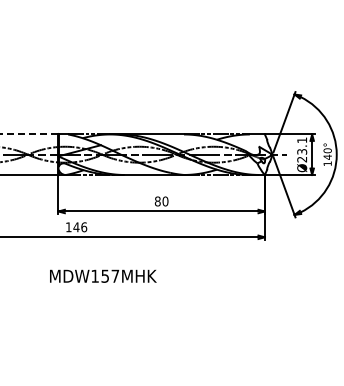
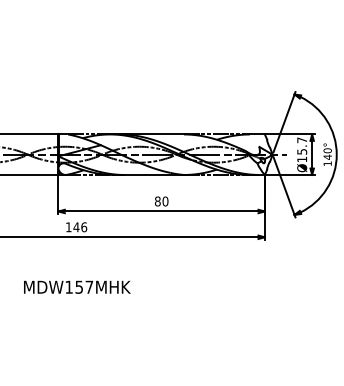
line at (29, 134): dashed -> solid
text at (302, 149): Ø23.1 -> Ø15.7
text at (103, 275) position: (103, 275) -> (77, 286)
